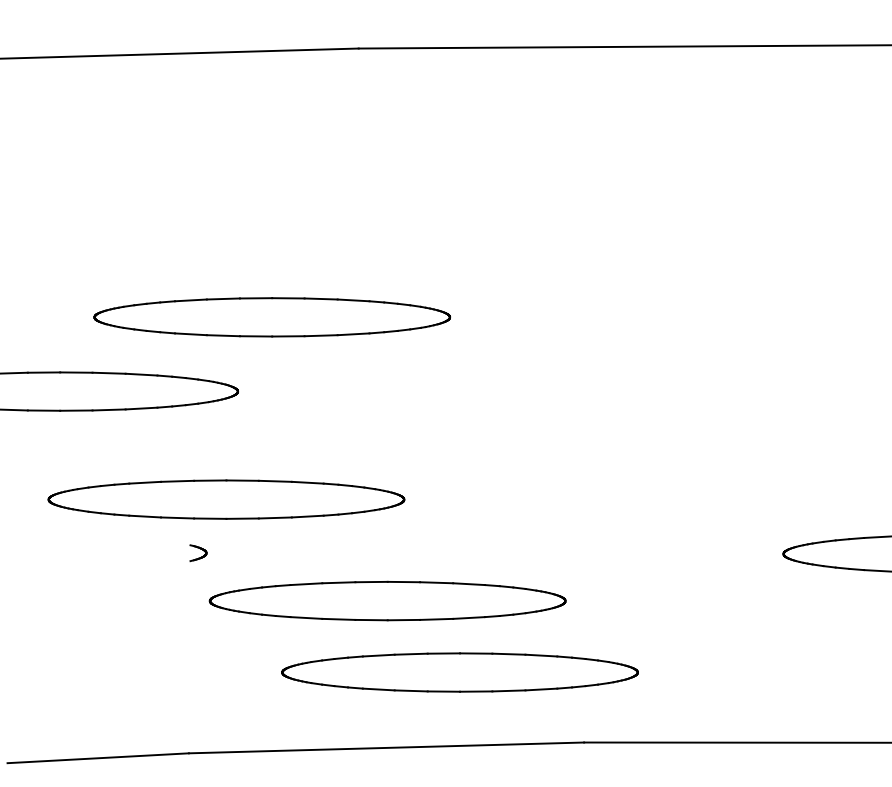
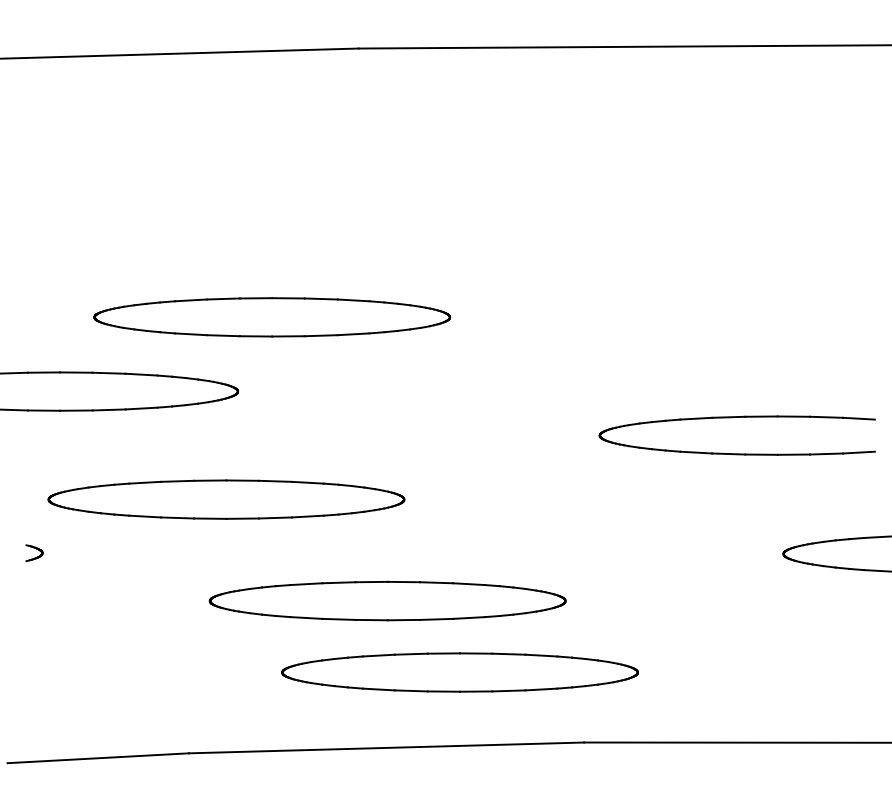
part at (732, 418): none -> present
part at (198, 553) position: (198, 553) -> (34, 553)
